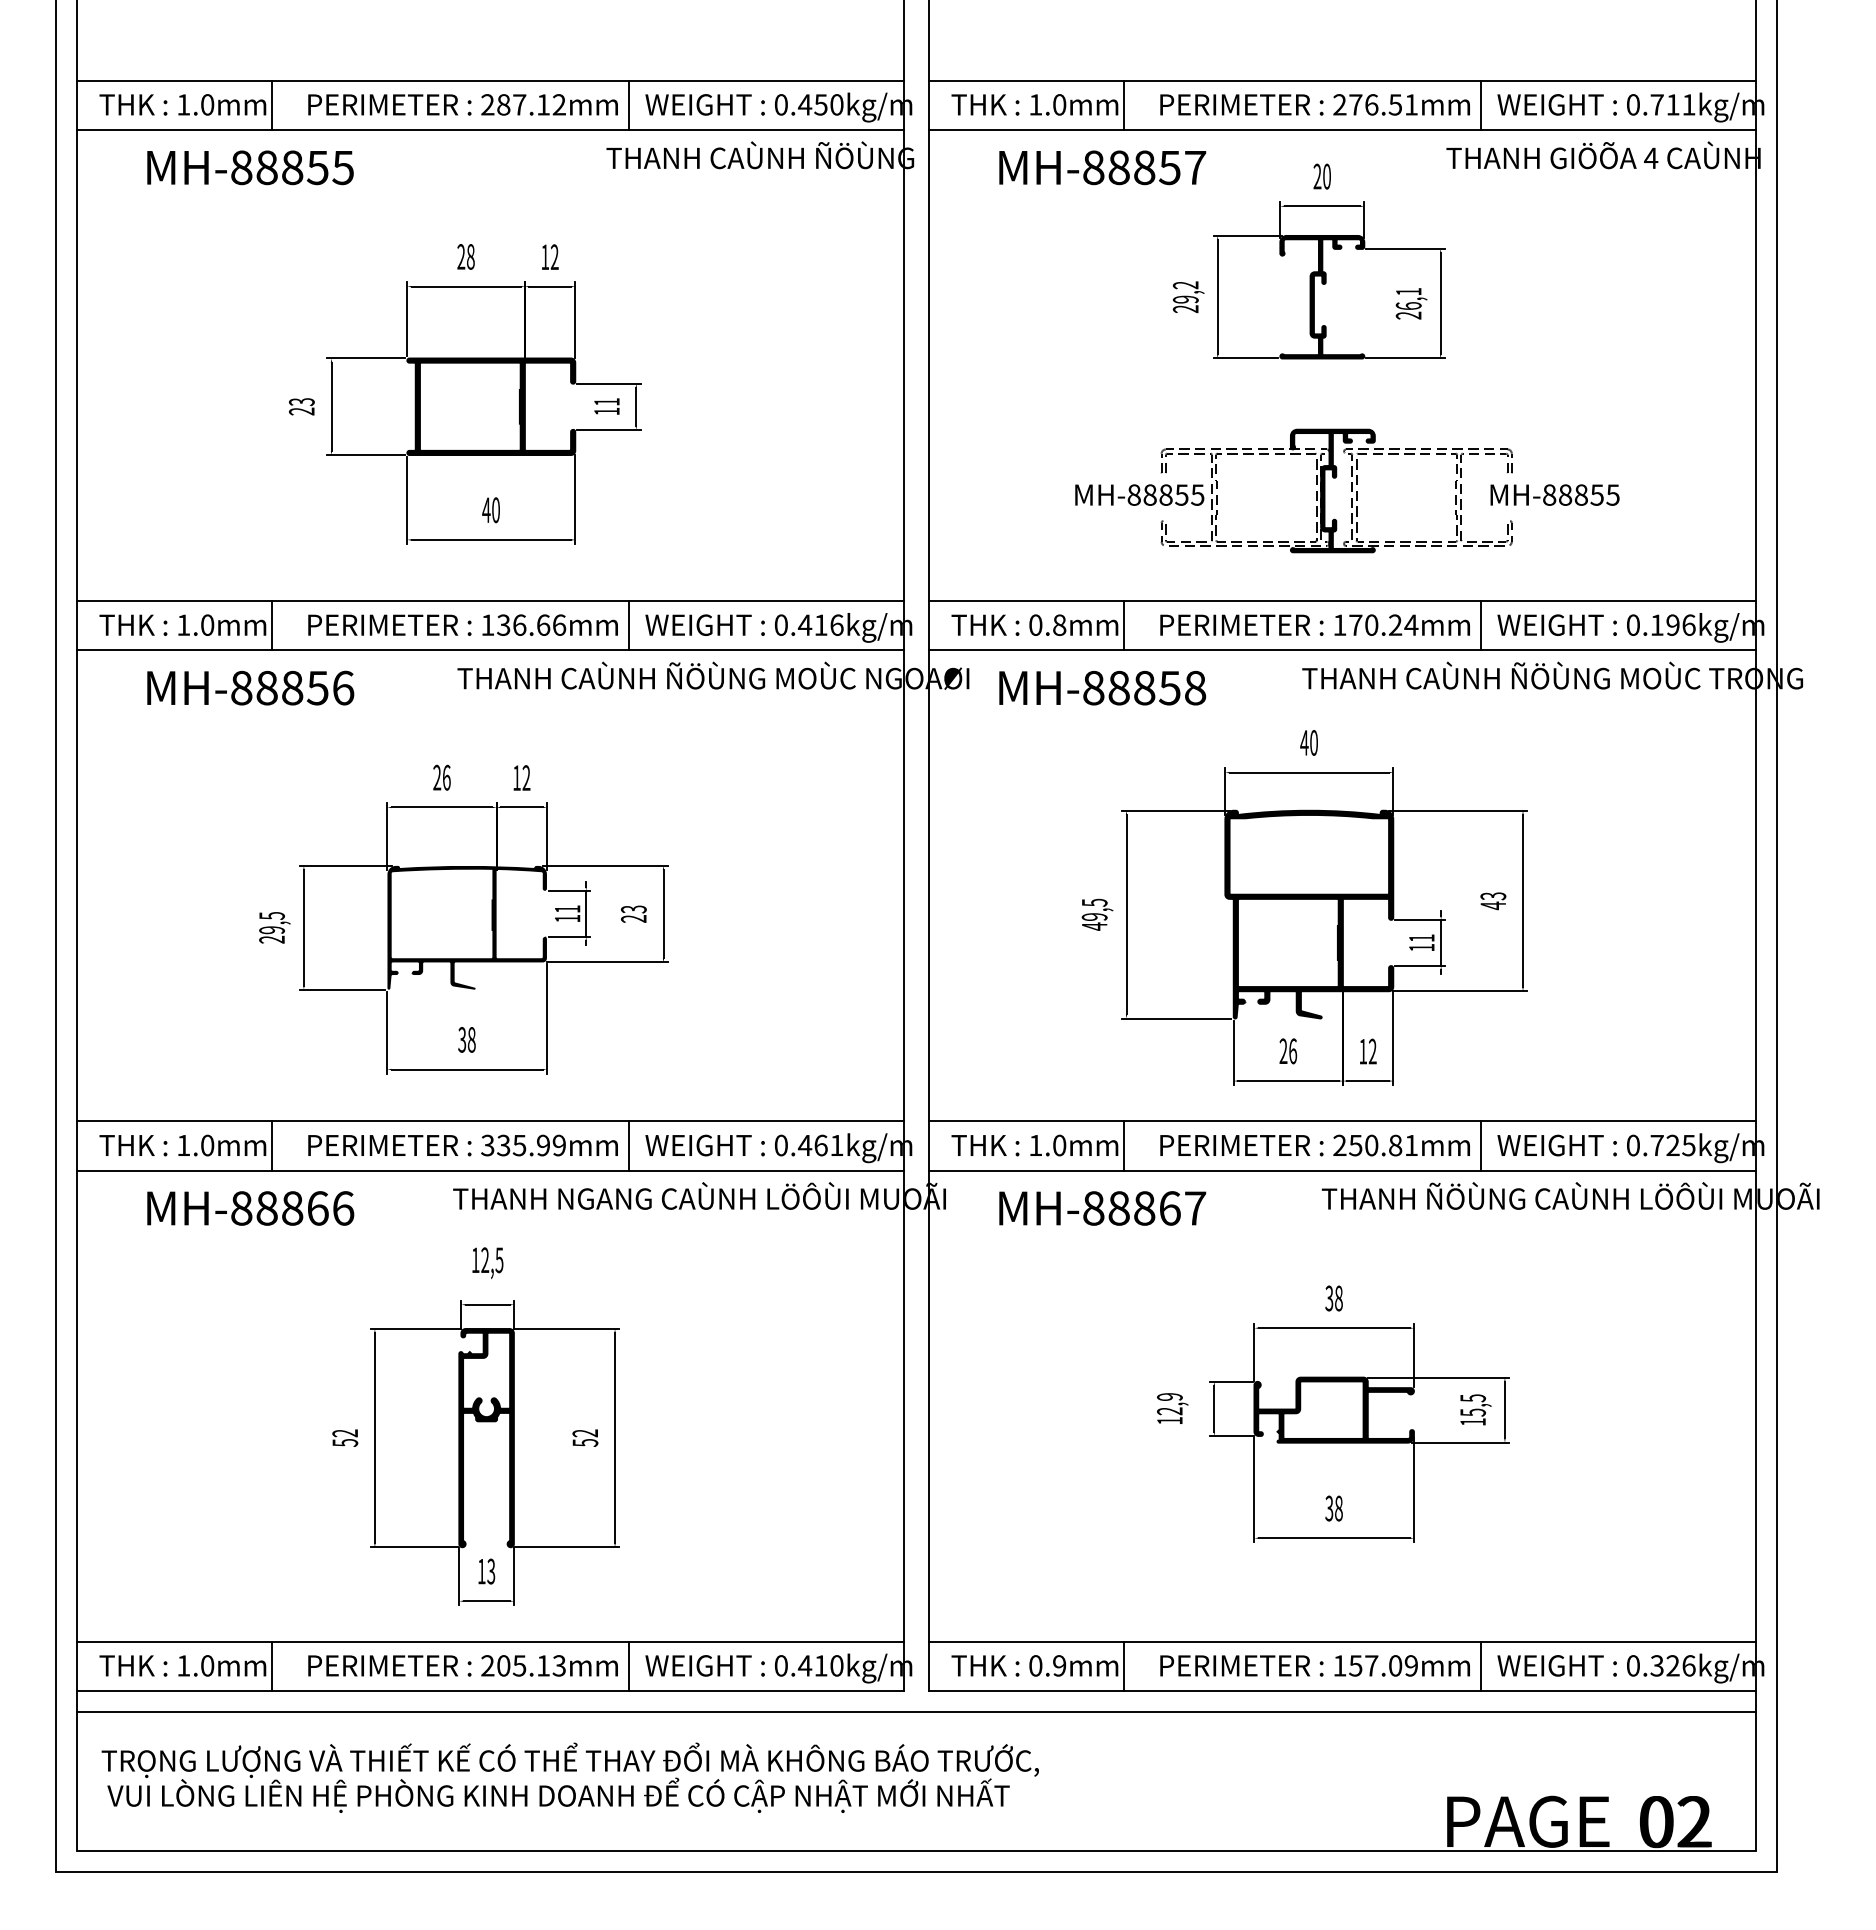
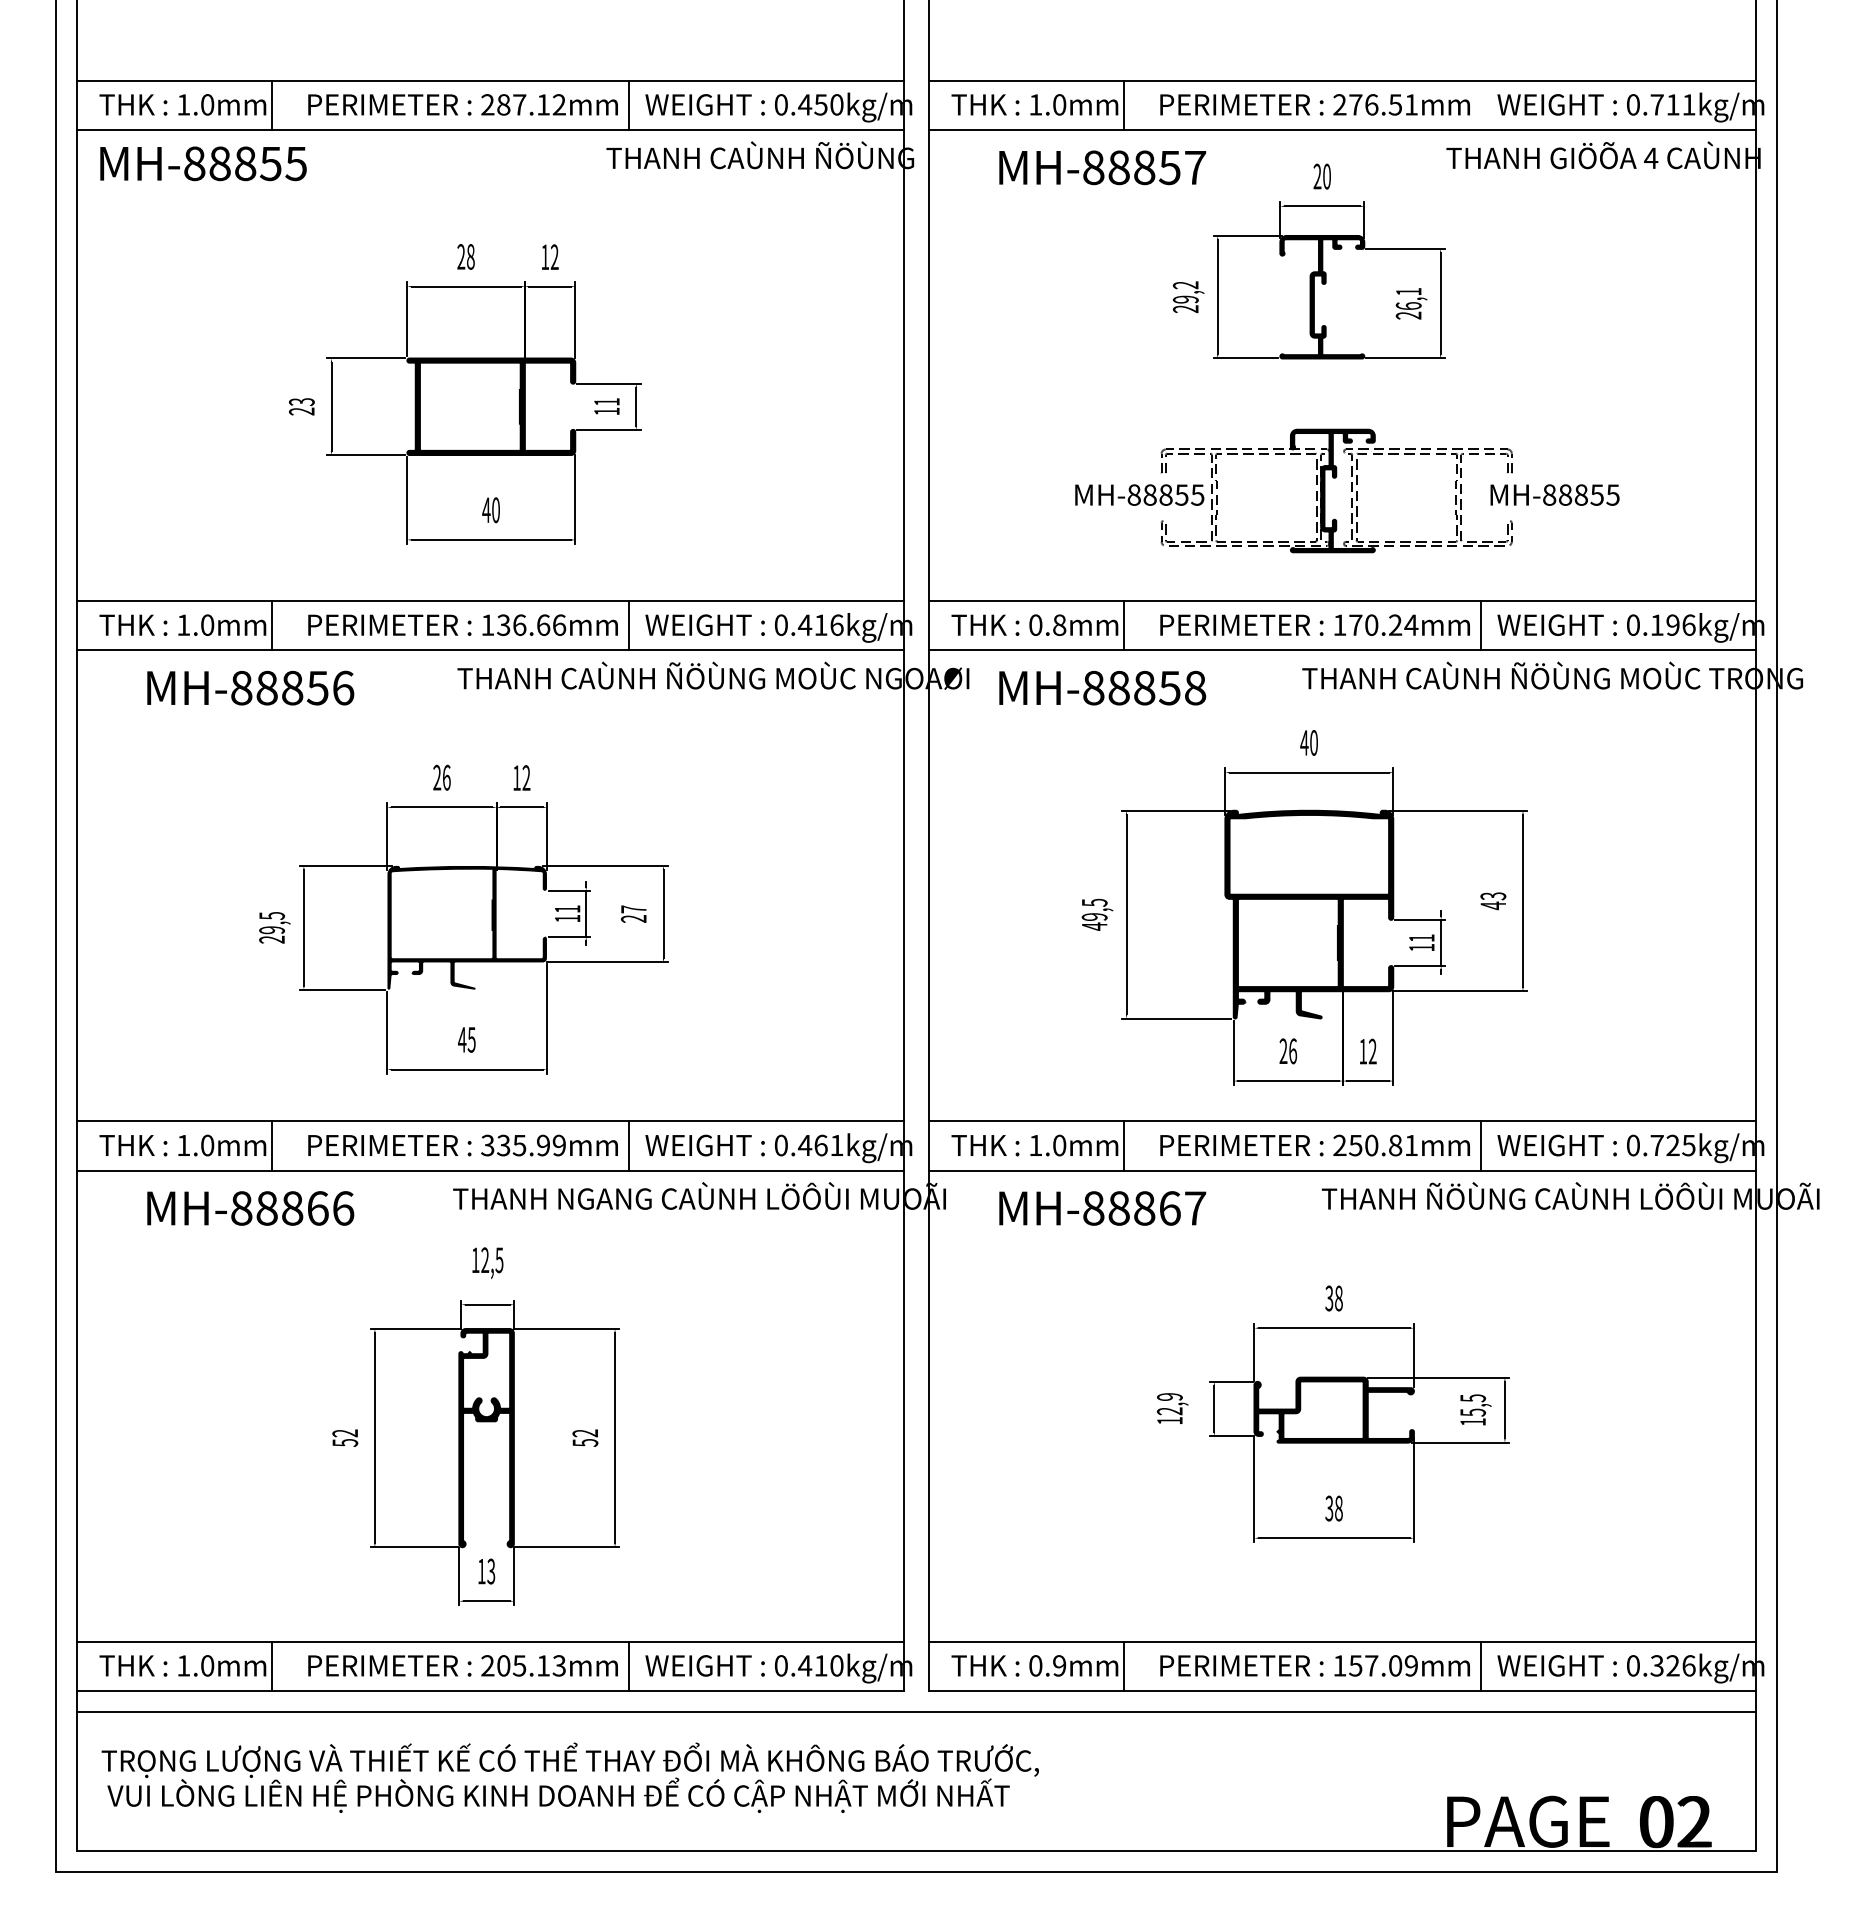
line at (1480, 105): present -> none
text at (250, 167) position: (250, 167) -> (203, 163)
text at (633, 909): 23 -> 27
text at (466, 1039): 38 -> 45
